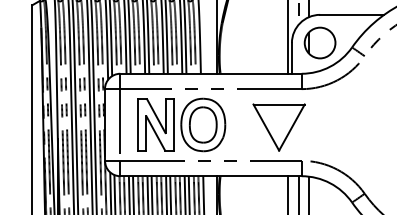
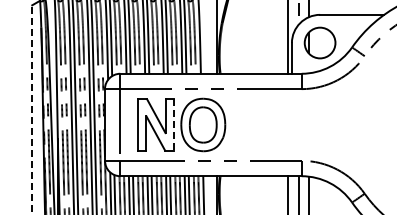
line at (32, 110): solid -> dashed
line at (174, 125): solid -> dashed
part at (278, 127): present -> none
